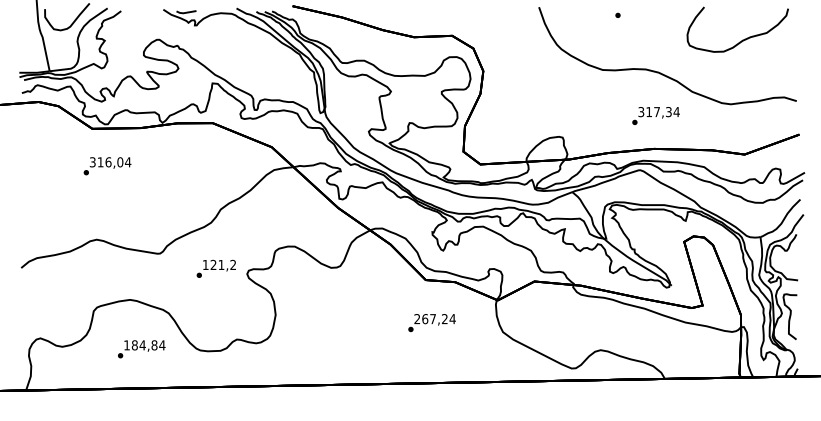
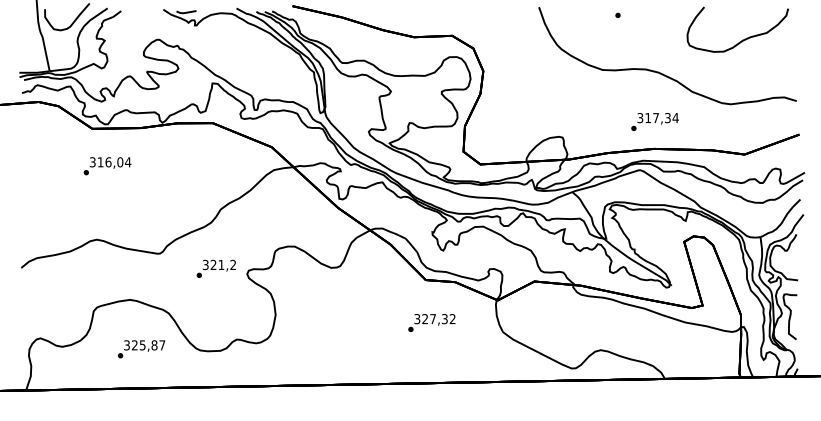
text at (655, 115) position: (655, 115) -> (654, 121)
text at (205, 264): 121,2 -> 321,2
text at (434, 319): 267,24 -> 327,32
text at (144, 345): 184,84 -> 325,87
